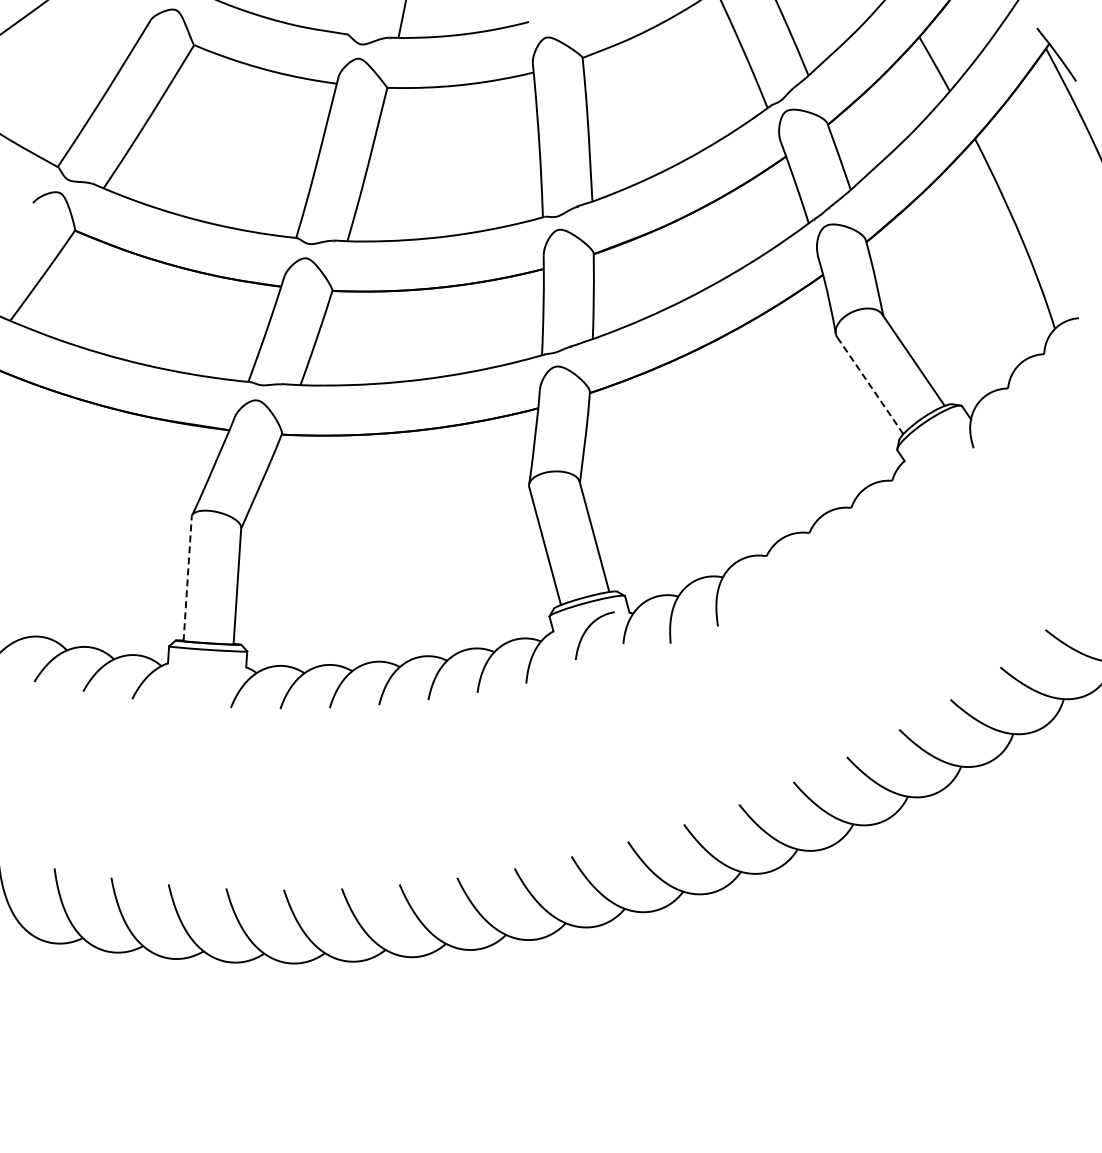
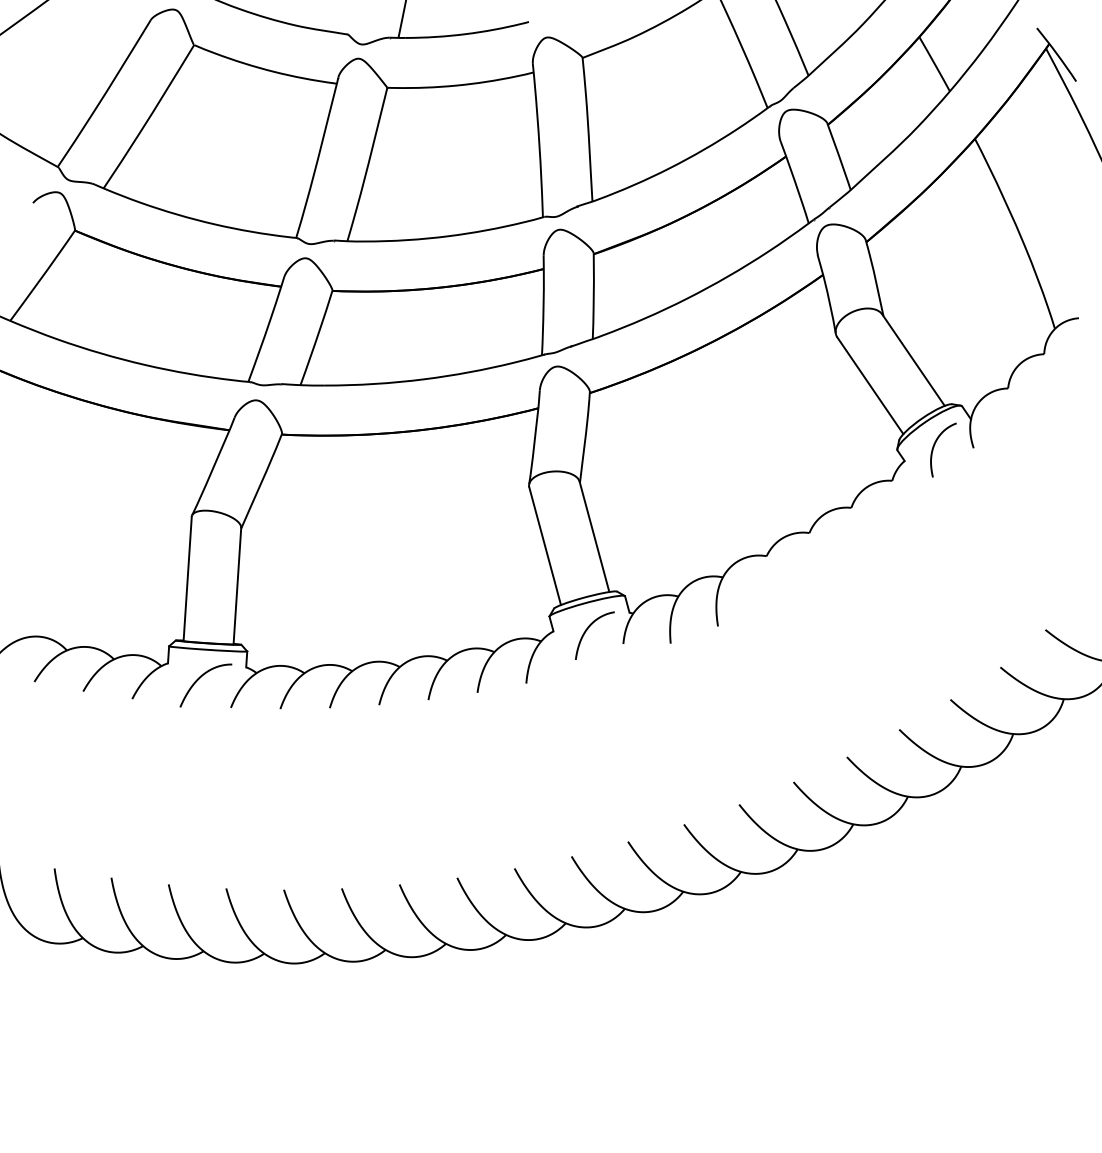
line at (870, 385): dashed -> solid
curve at (934, 447): none -> present
line at (187, 578): dashed -> solid
curve at (199, 679): none -> present
